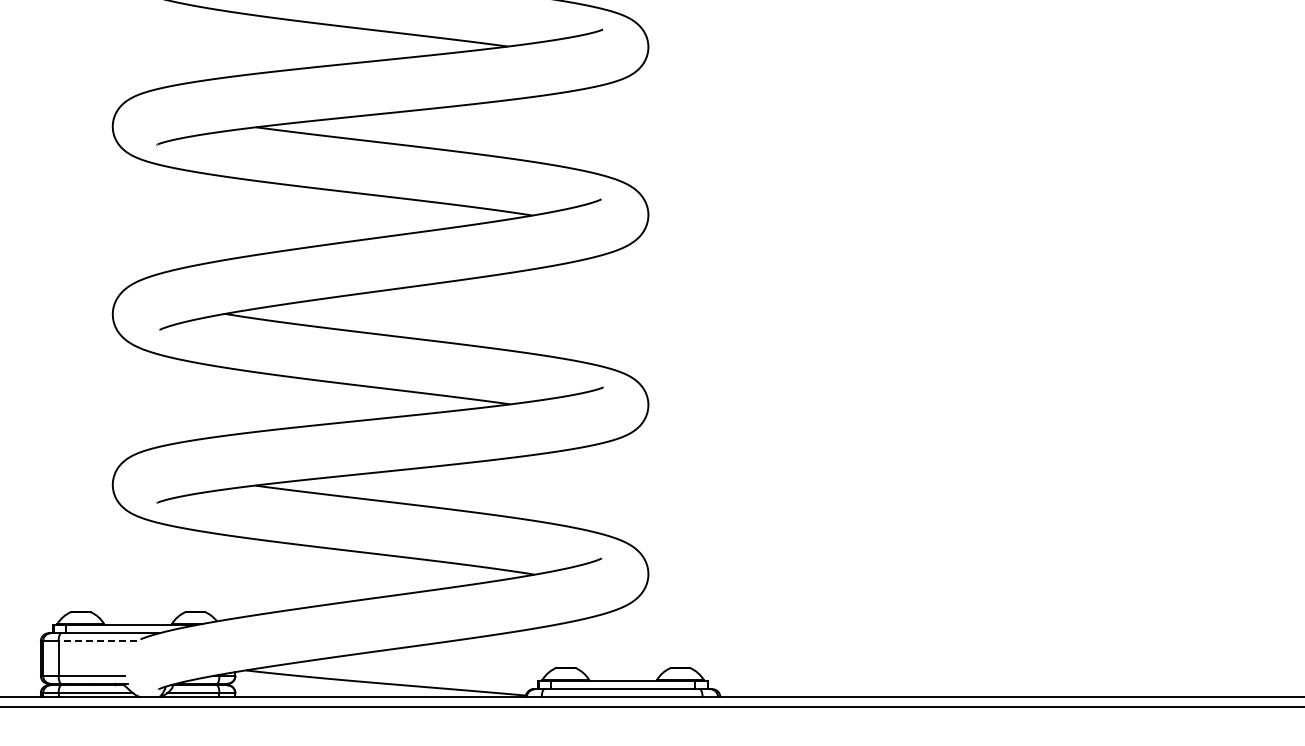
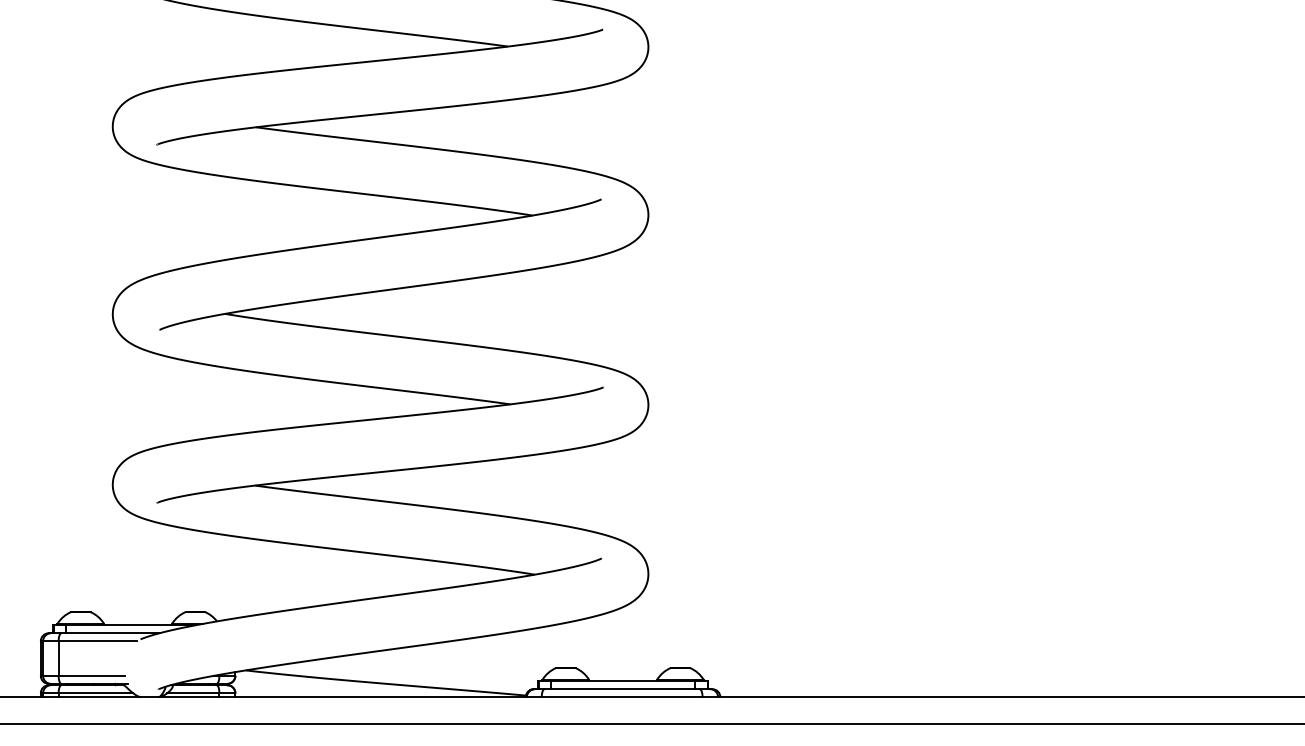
line at (97, 641): dashed -> solid
line at (651, 706) position: (651, 706) -> (651, 723)
